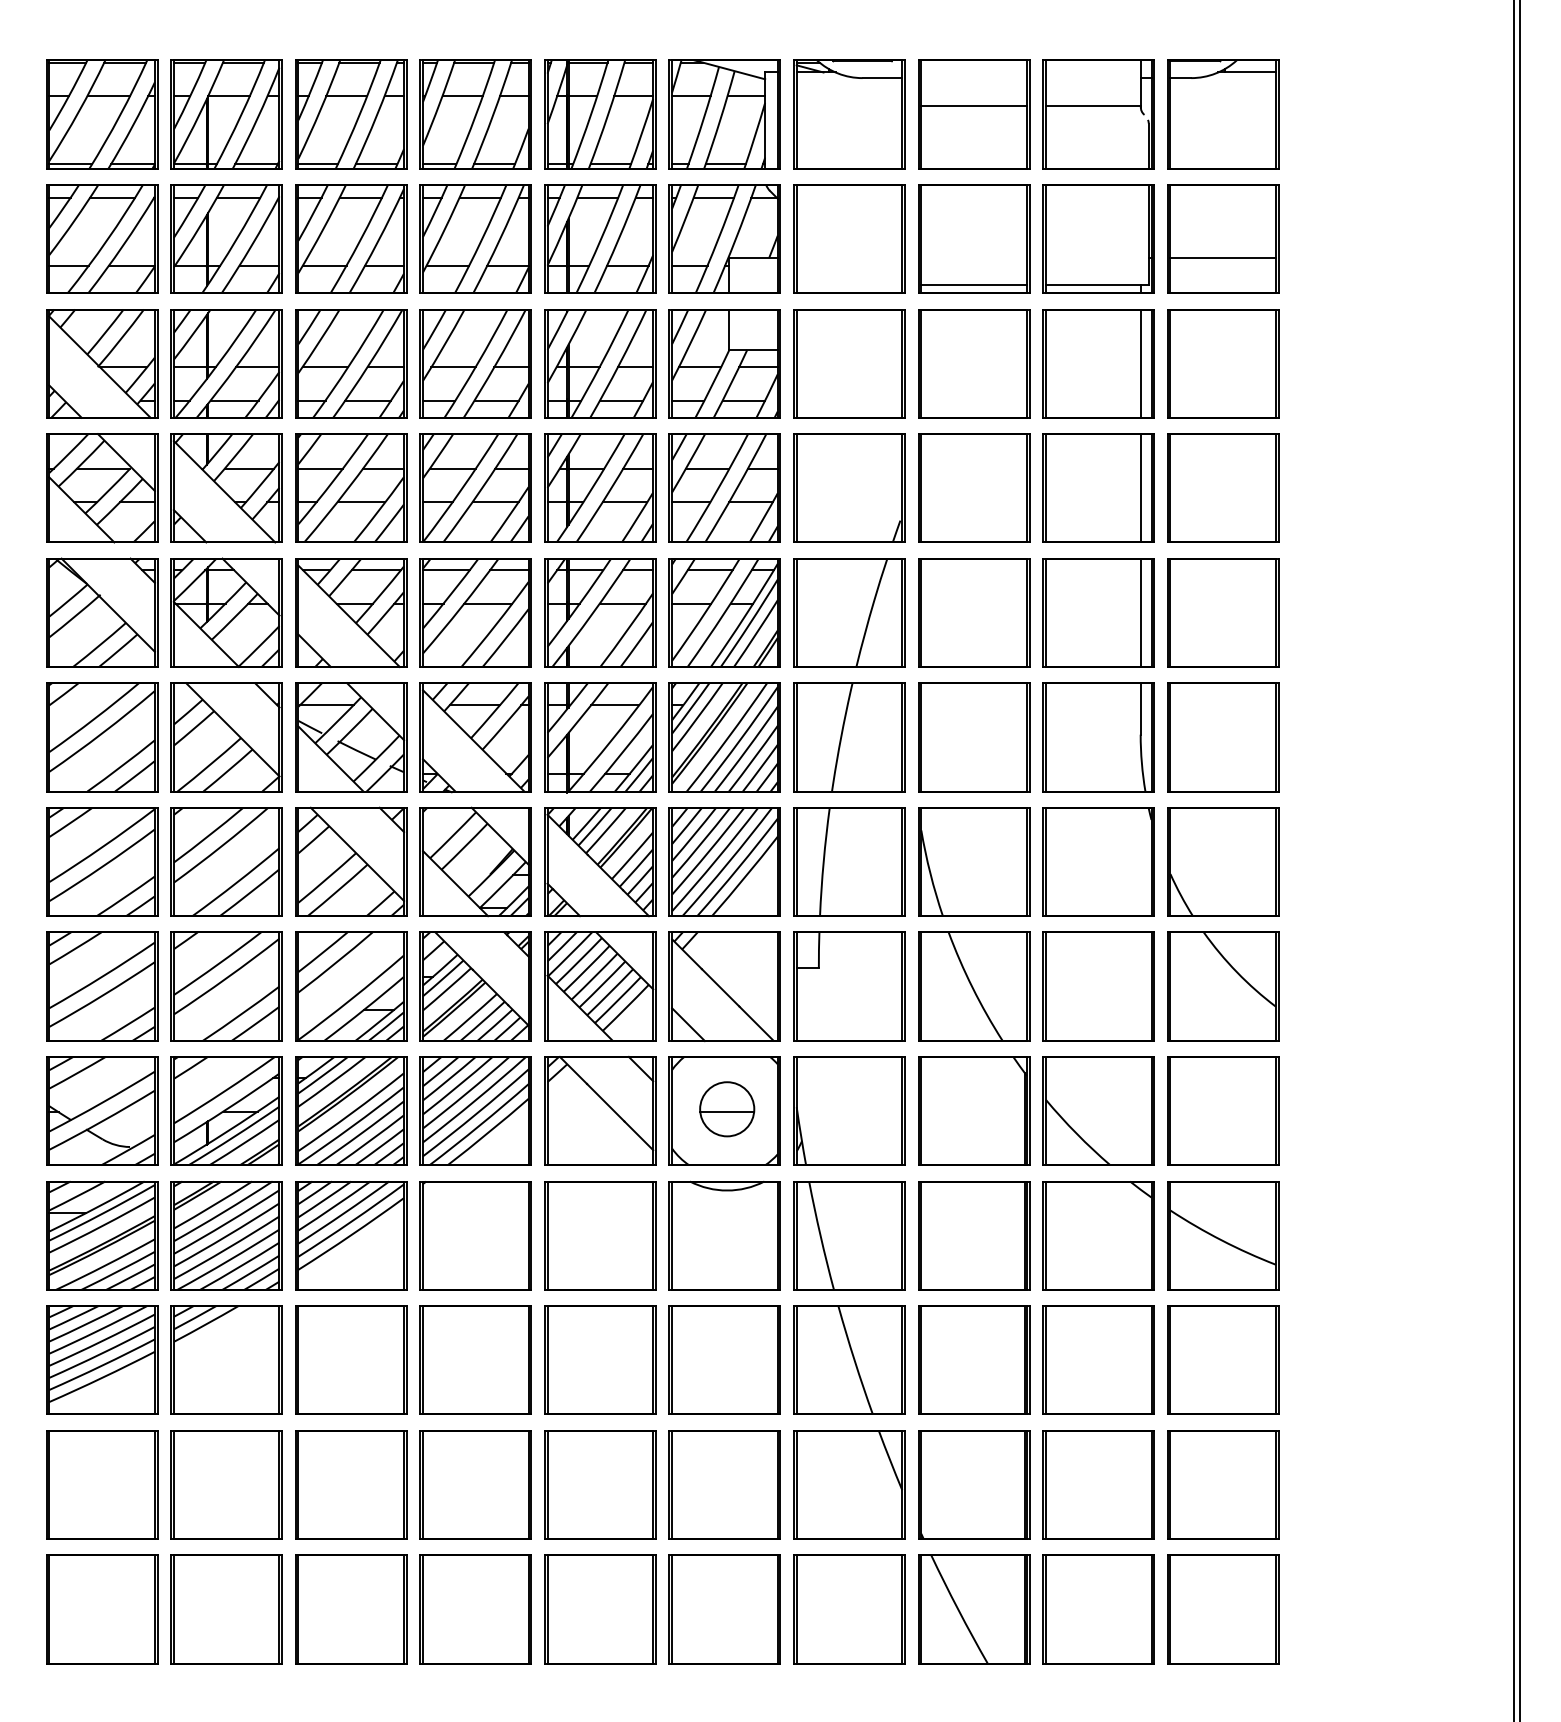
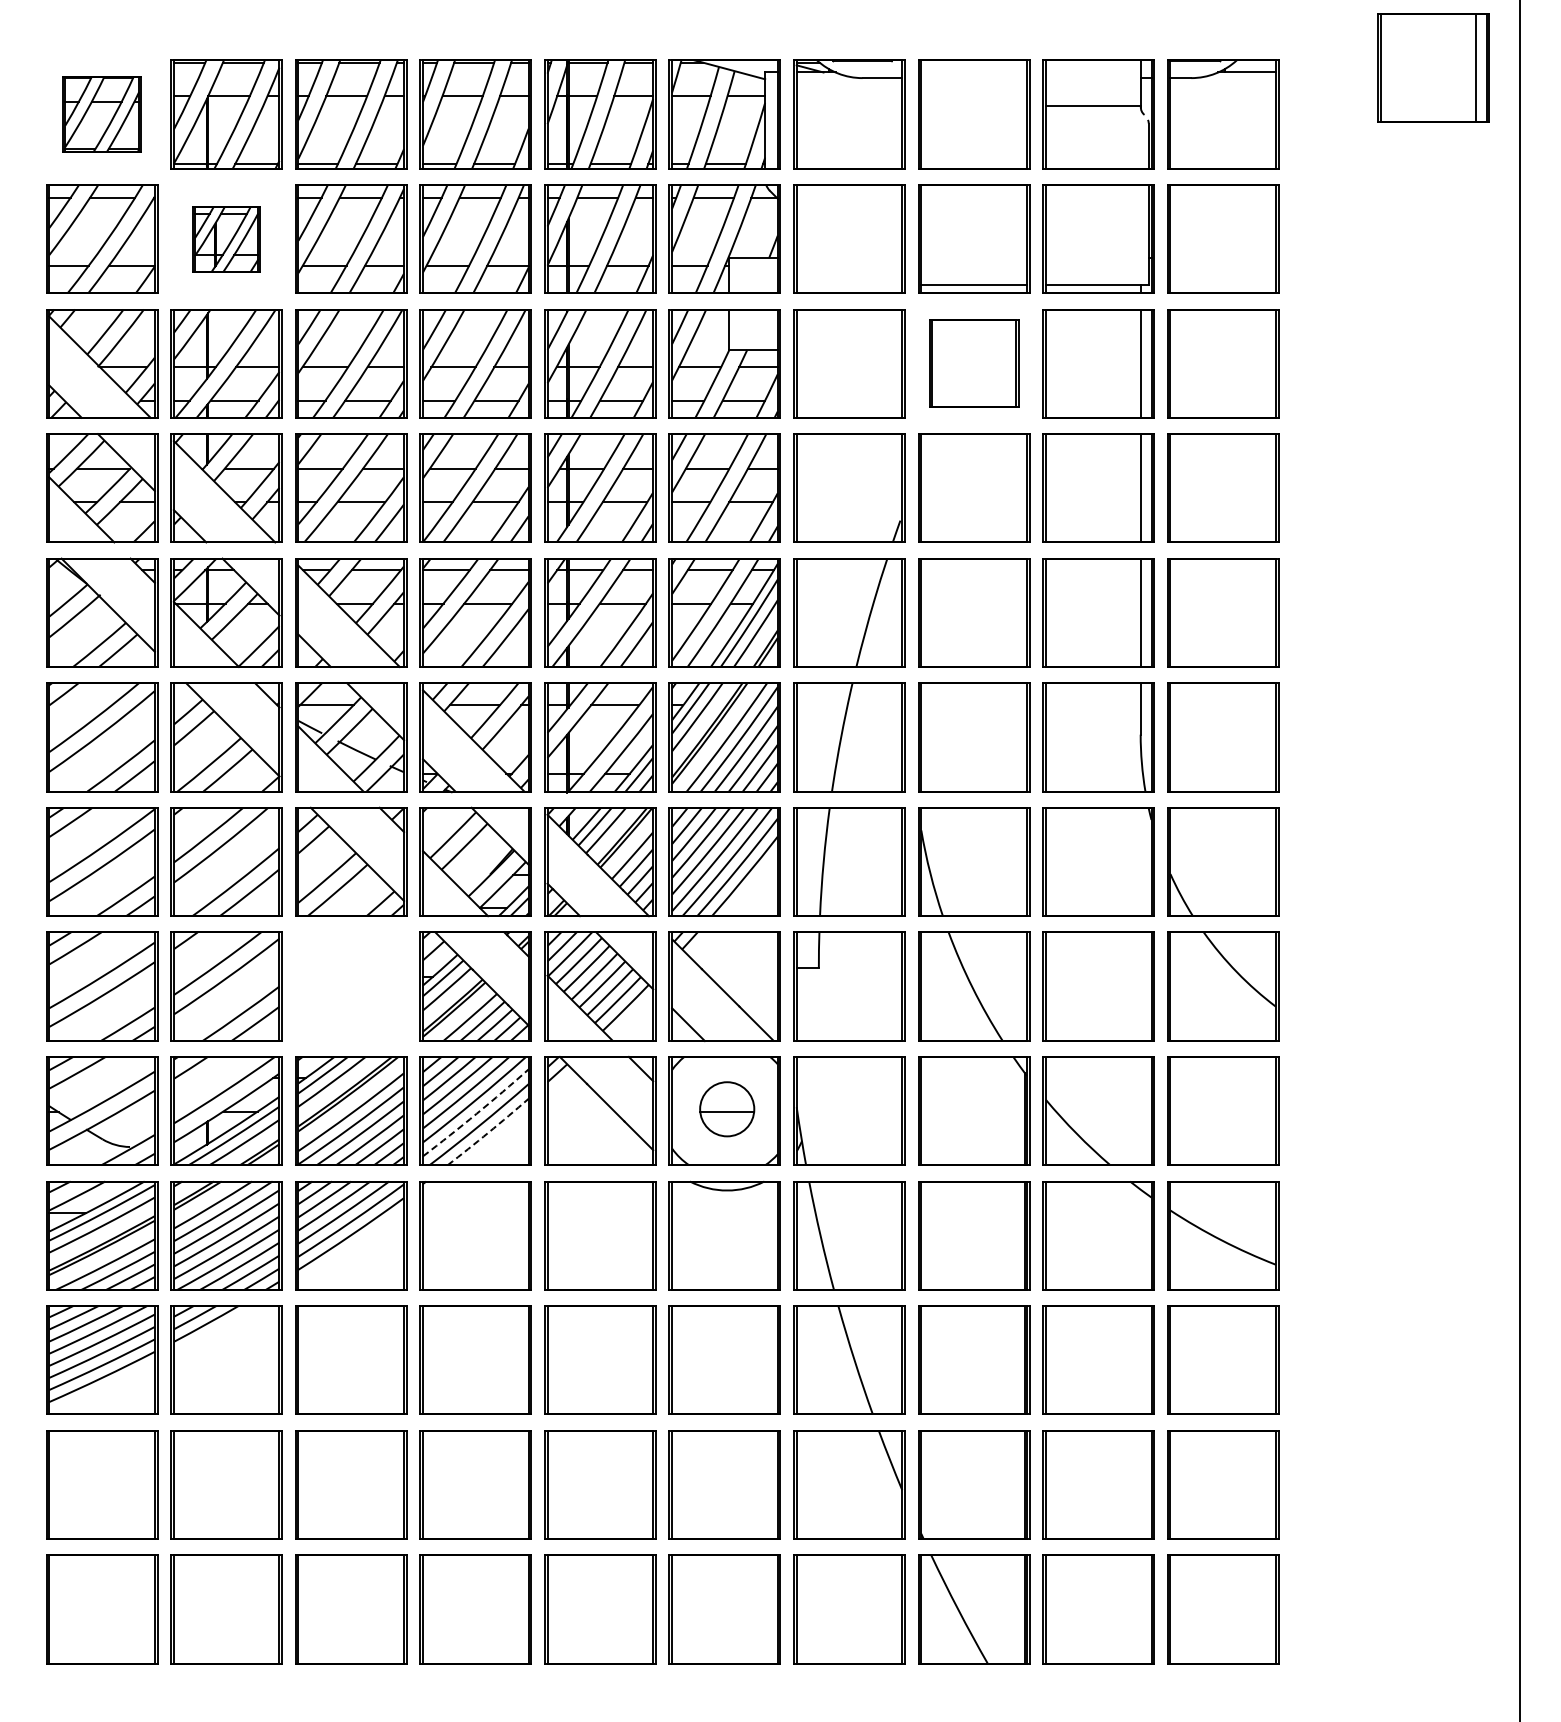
part at (1433, 67): none -> present
line at (973, 106): present -> none
part at (102, 114) size: 113x111 px -> 80x77 px
part at (226, 238) size: 113x110 px -> 69x67 px
line at (1223, 257): present -> none
part at (974, 363) size: 113x110 px -> 91x89 px
line at (1514, 860): present -> none
part at (351, 986): present -> none
arc at (476, 1113): solid -> dashed
arc at (488, 1132): solid -> dashed
